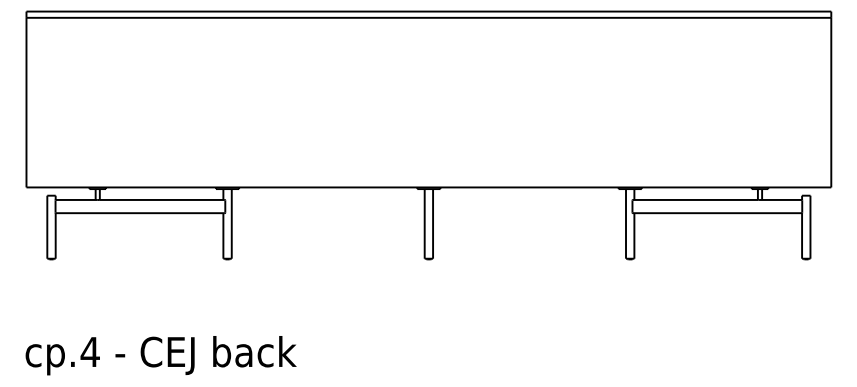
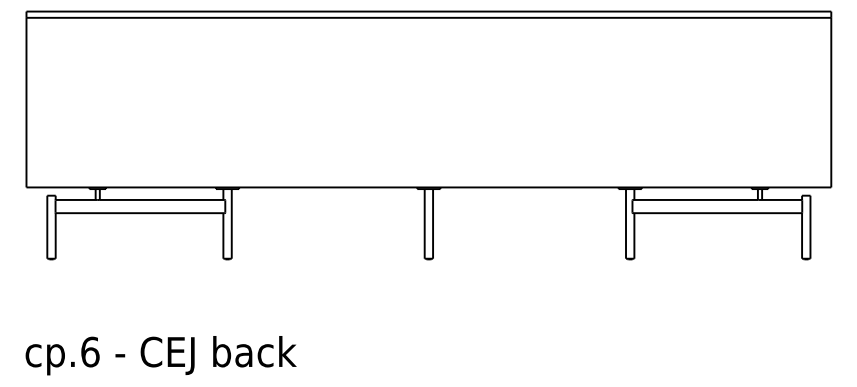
text at (89, 351): cp.4 -> cp.6
